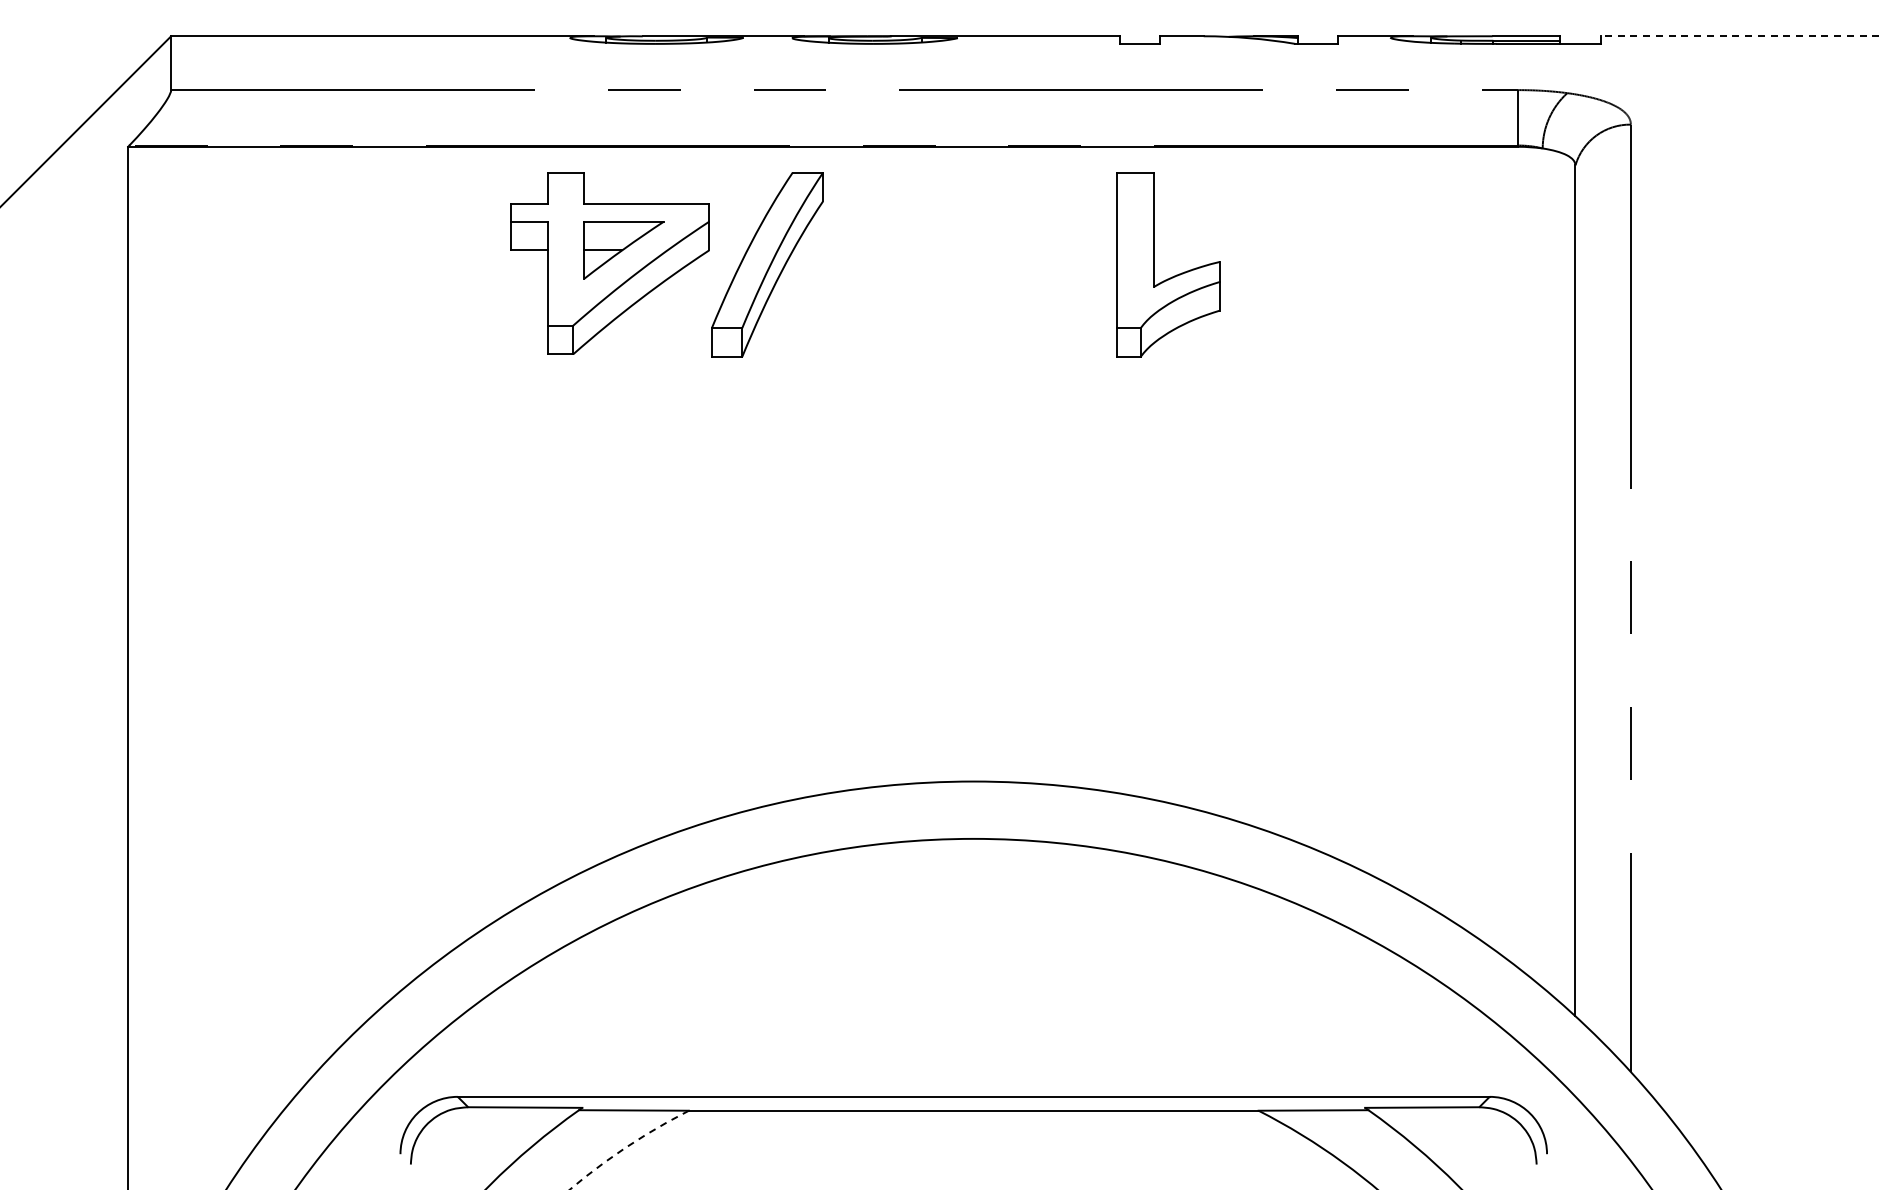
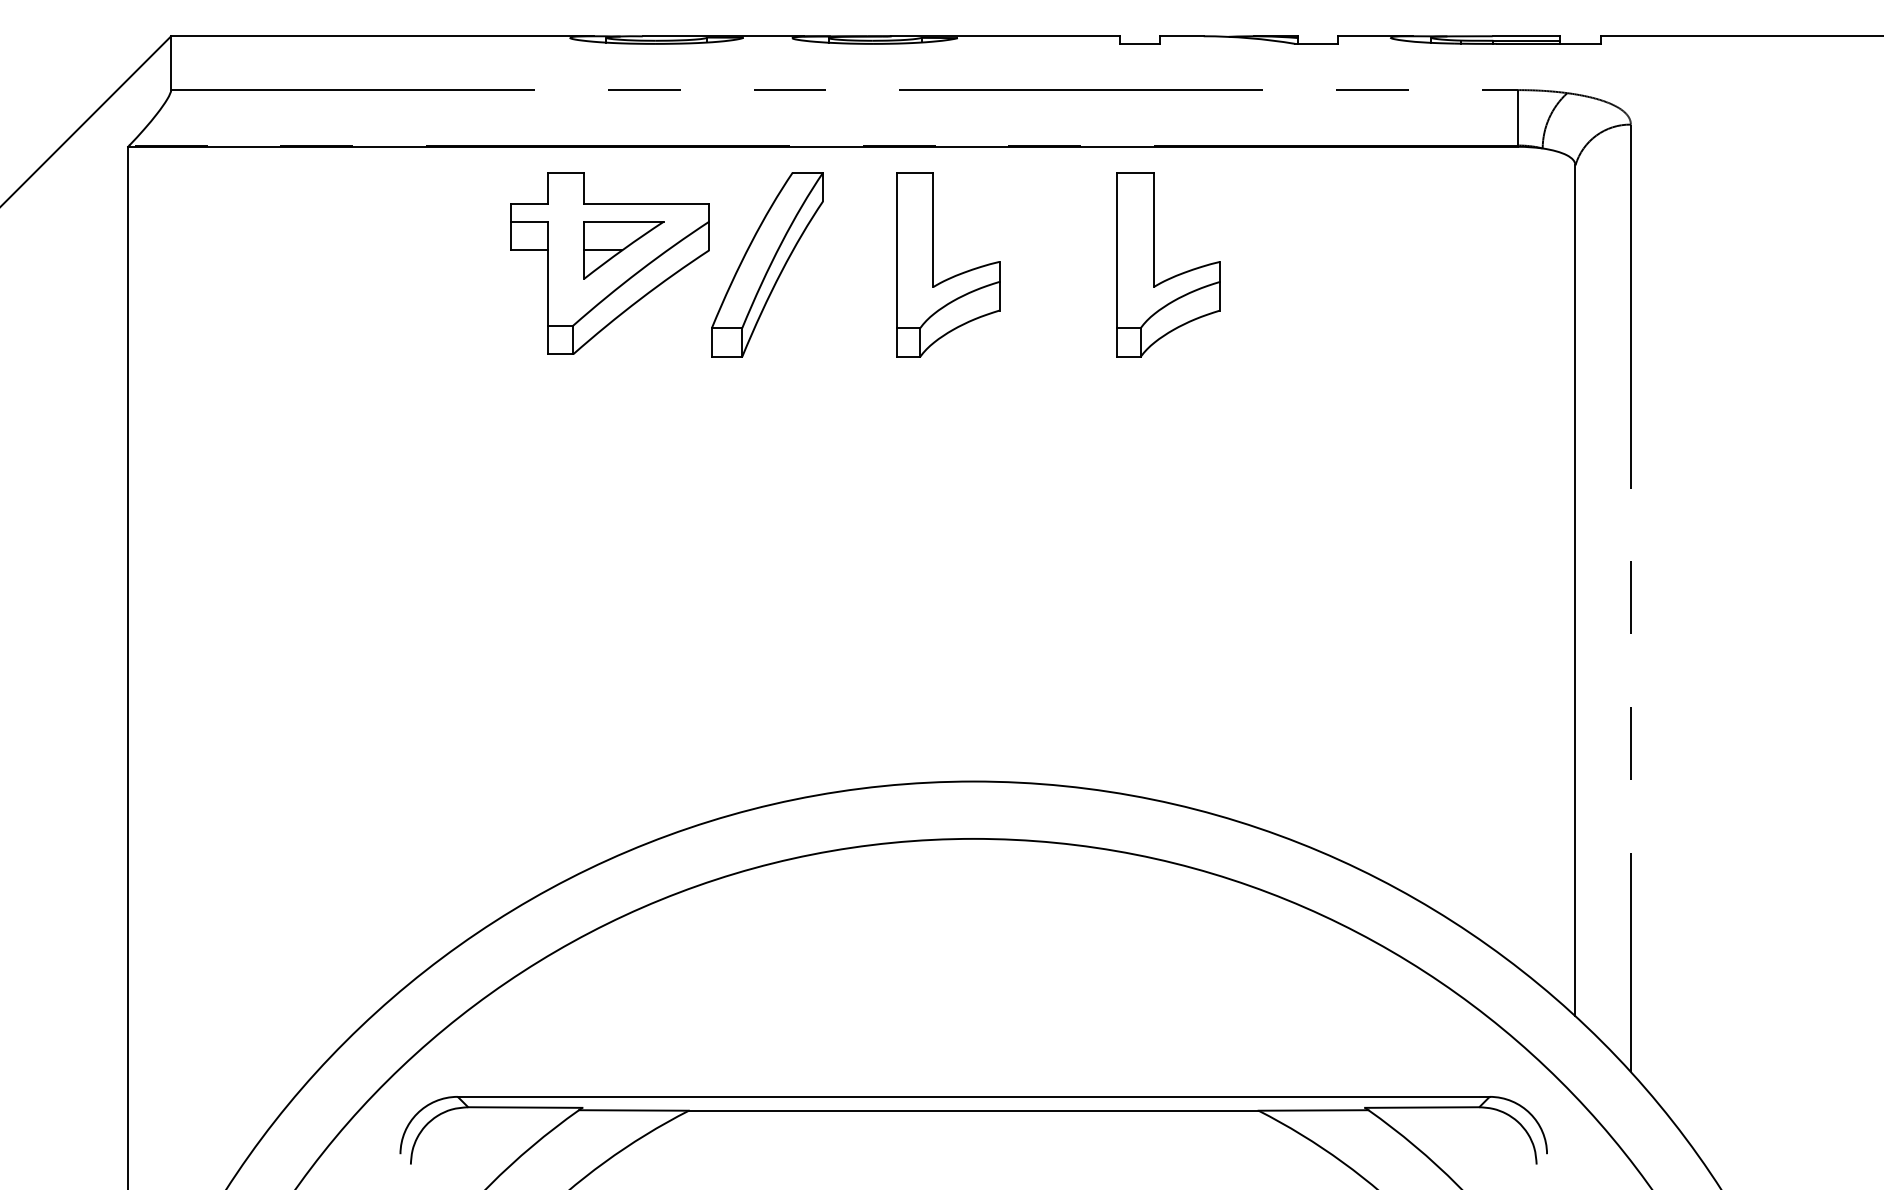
line at (1741, 36): dashed -> solid
part at (953, 275): none -> present
arc at (626, 1147): dashed -> solid
